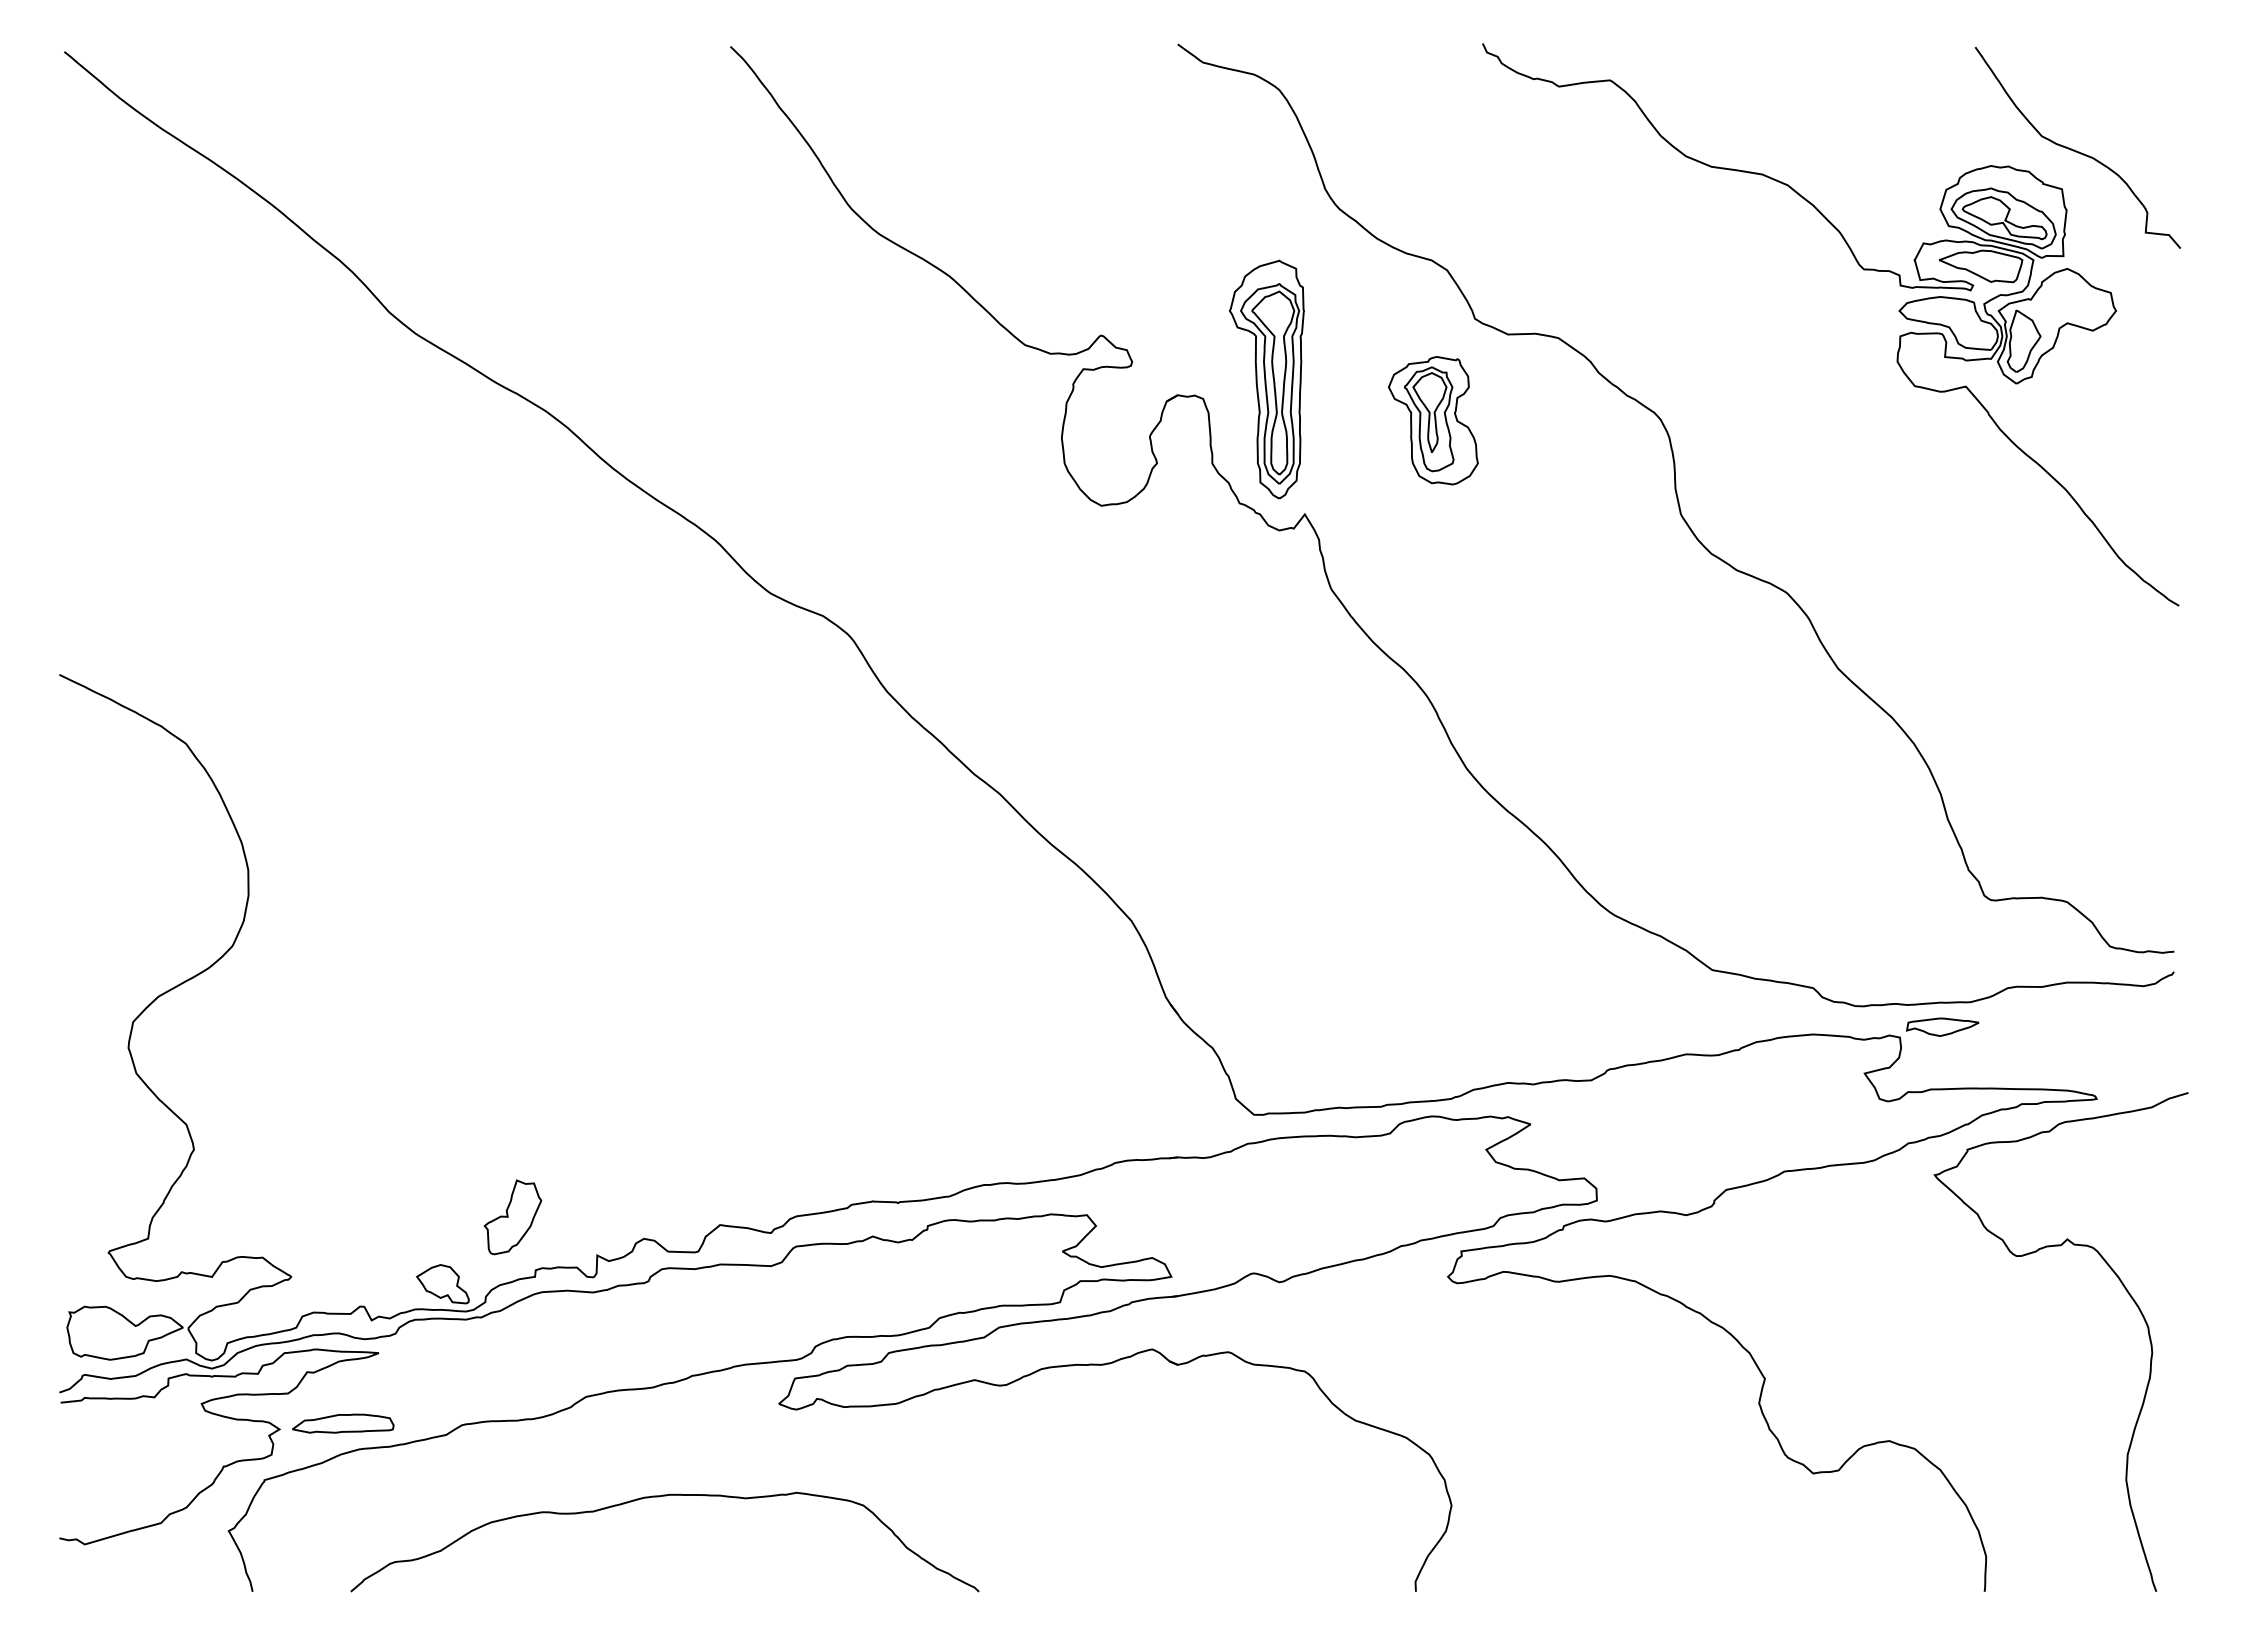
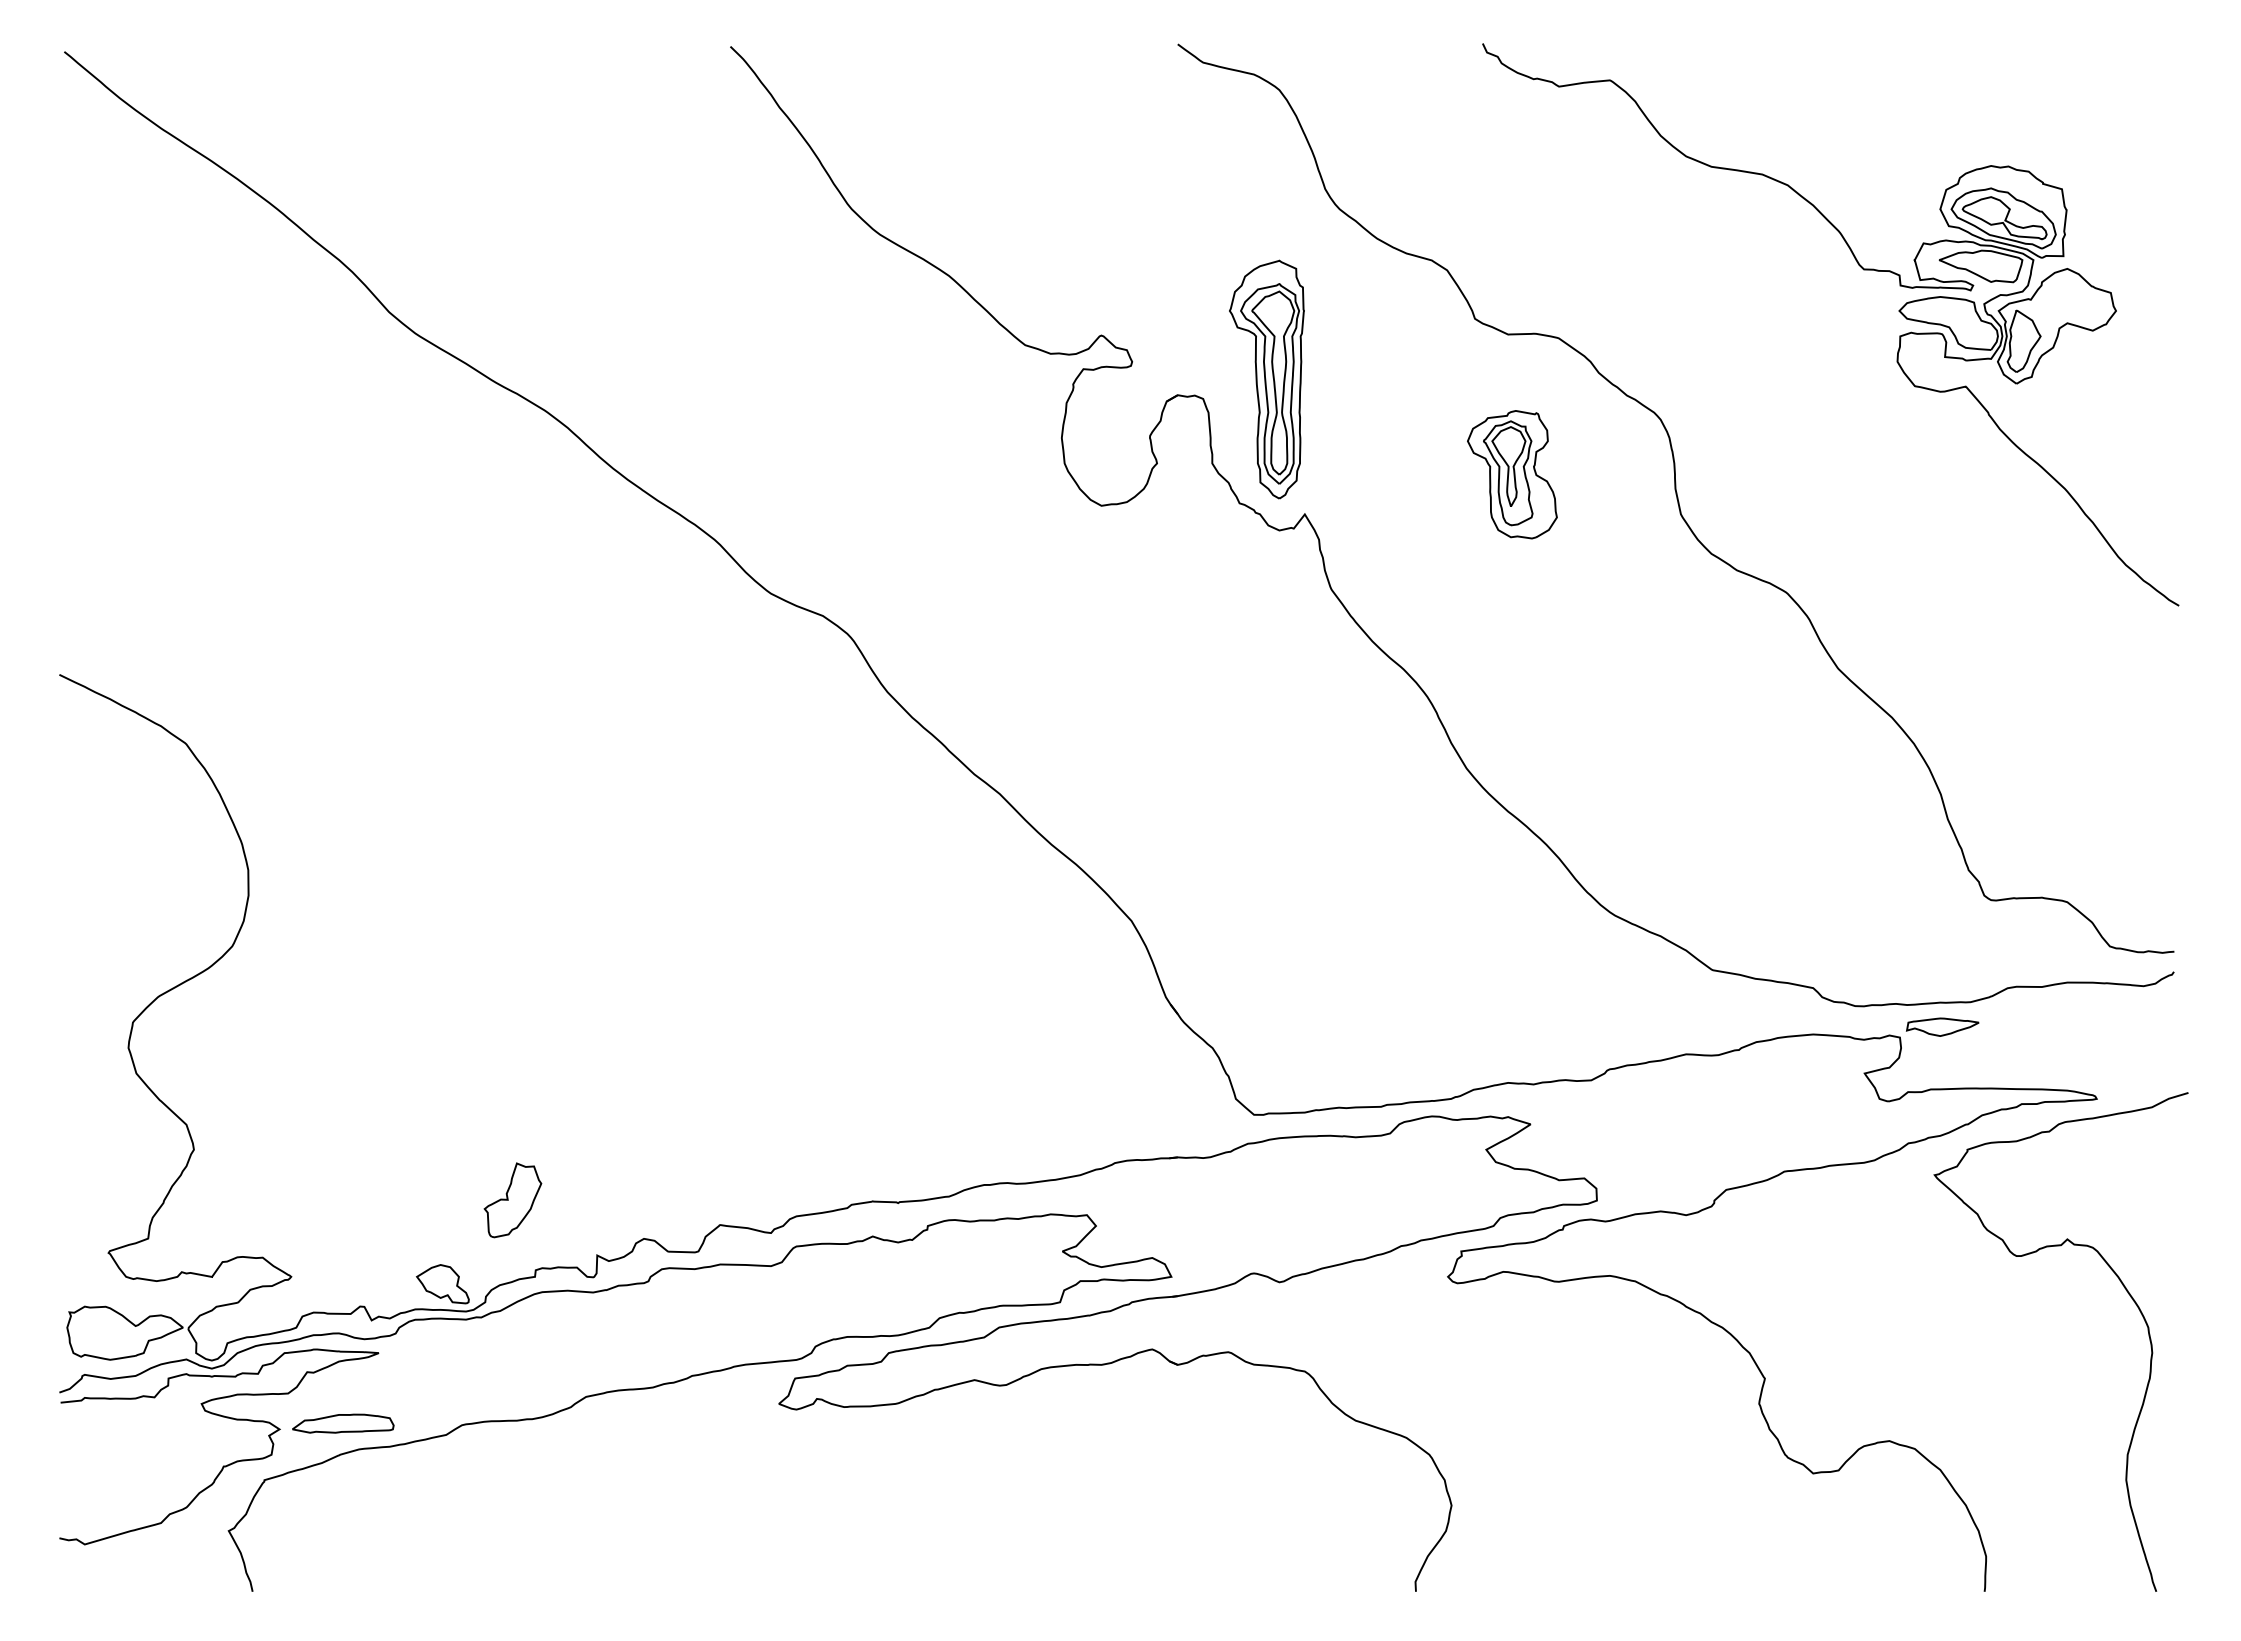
curve at (2076, 150): present -> none
part at (1433, 420) position: (1433, 420) -> (1512, 474)
part at (512, 1217) position: (512, 1217) -> (512, 1200)
curve at (659, 1497): present -> none
